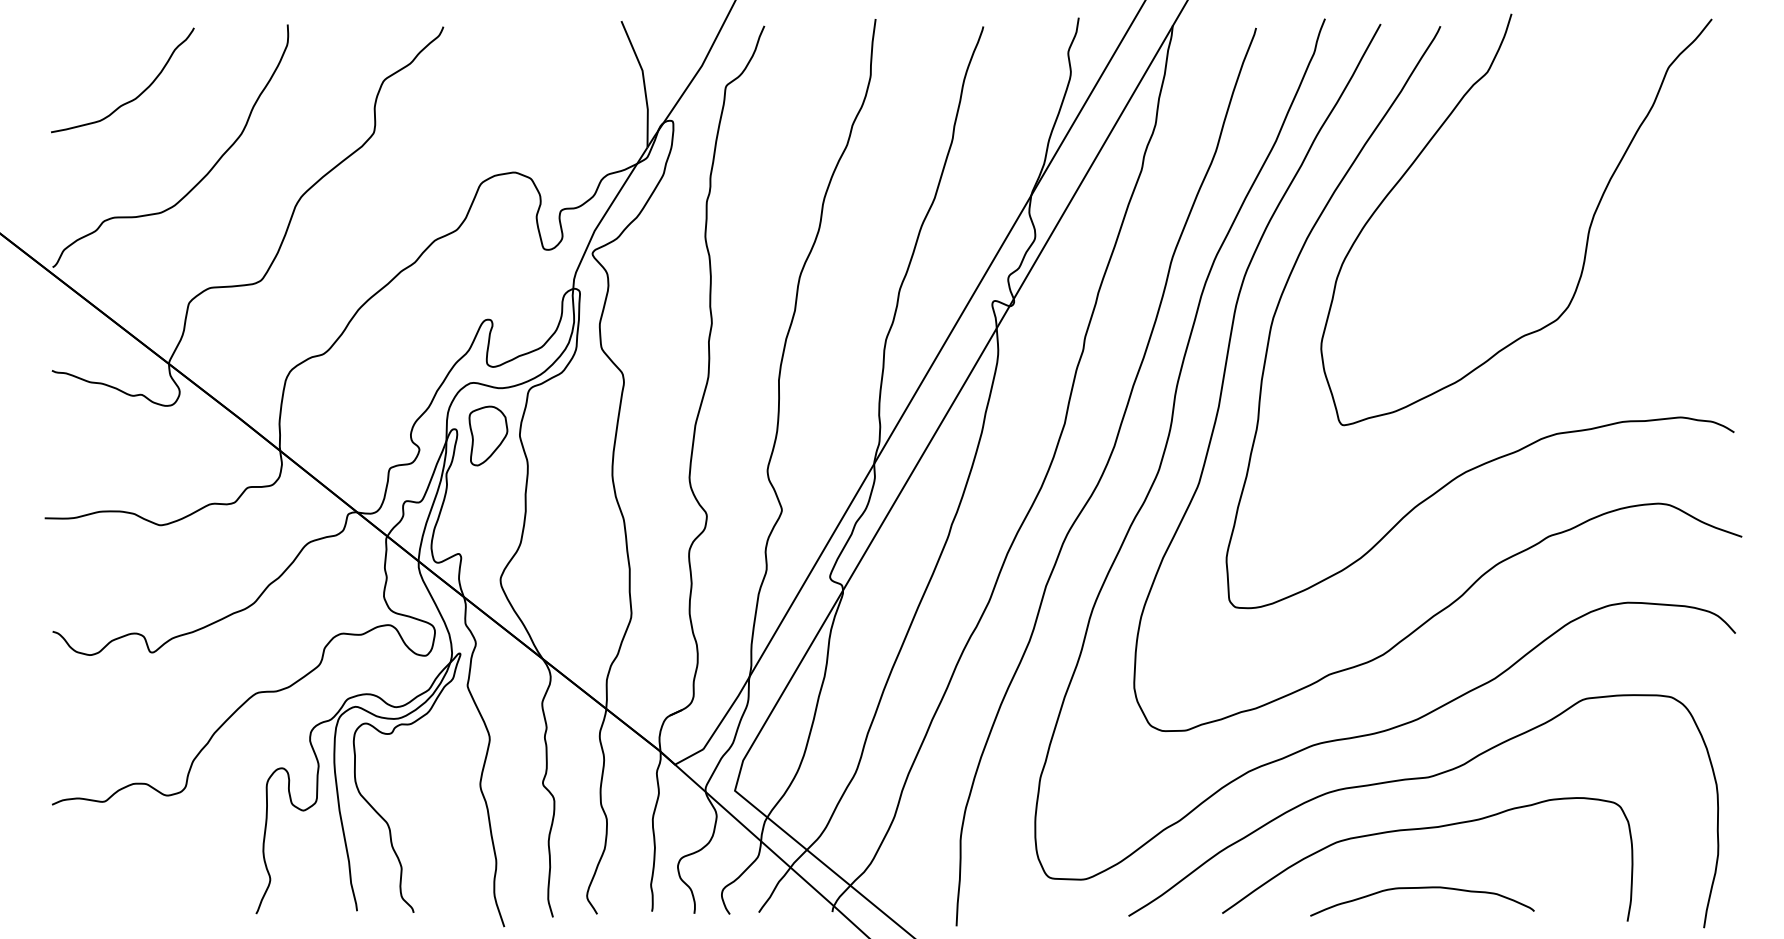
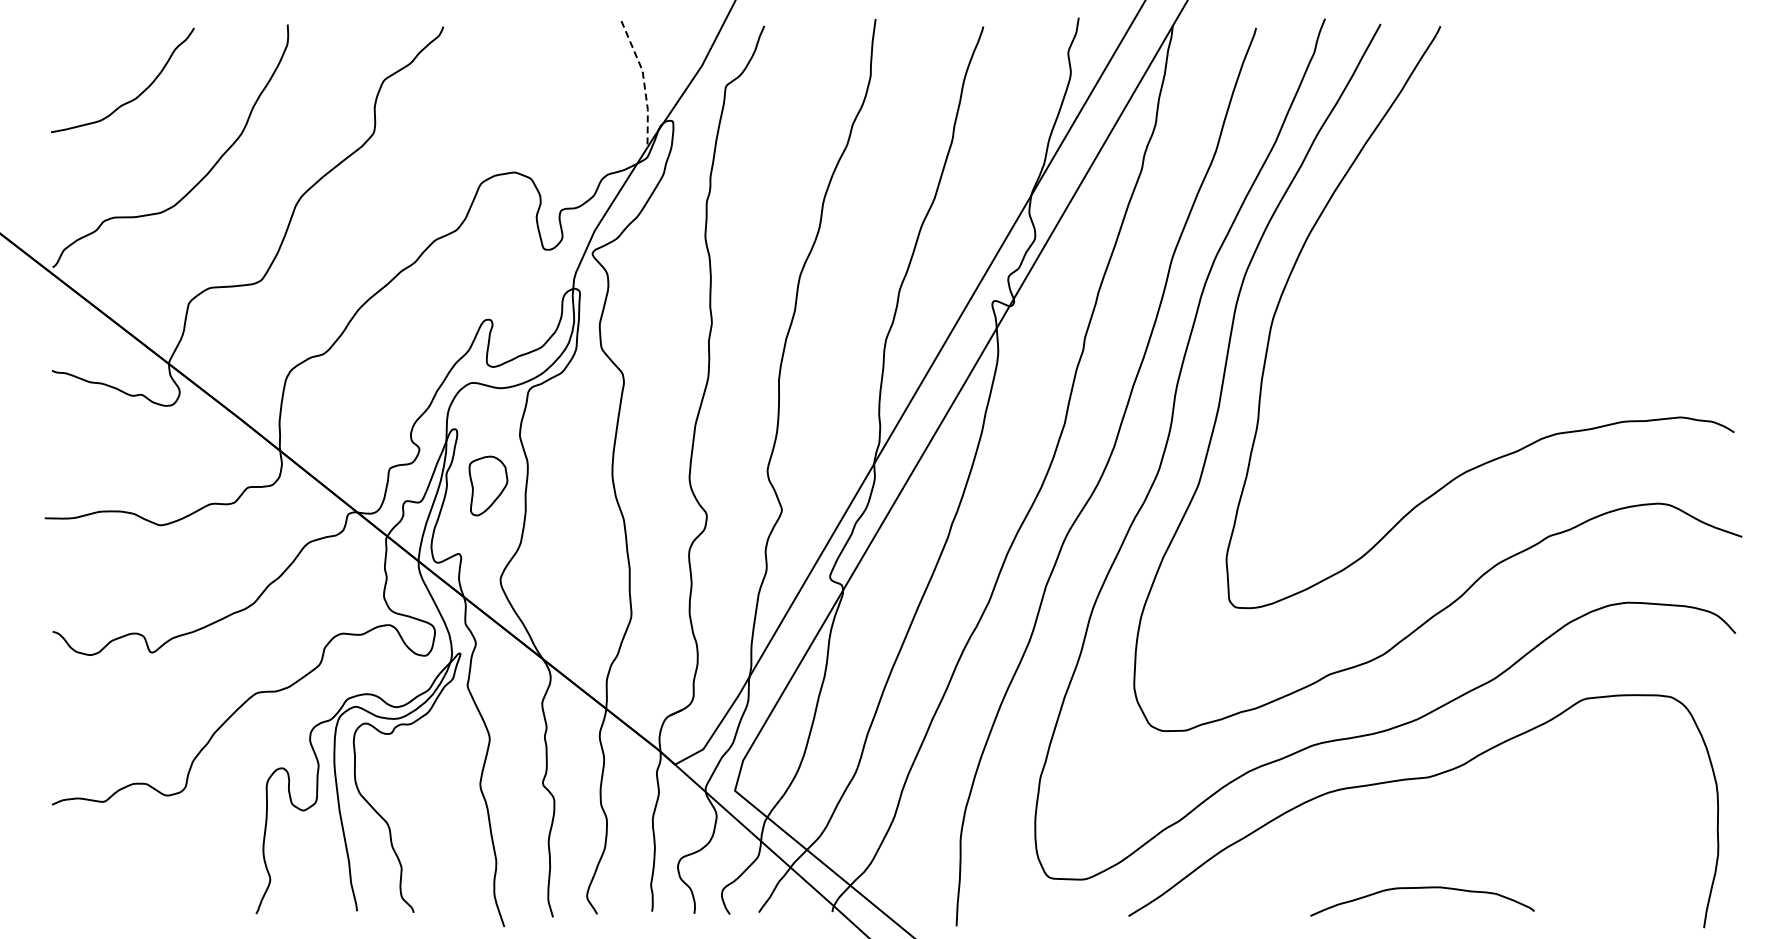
line at (644, 82): solid -> dashed
curve at (1587, 233): present -> none
part at (488, 435) position: (488, 435) -> (488, 485)
curve at (1426, 829): present -> none
